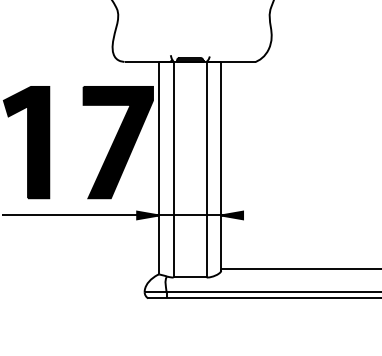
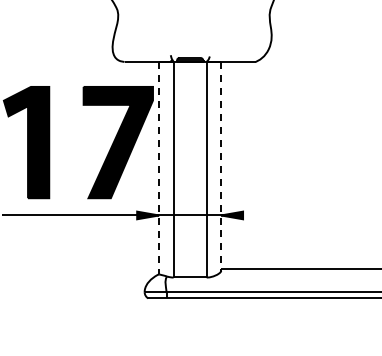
line at (221, 166): solid -> dashed
line at (159, 168): solid -> dashed
